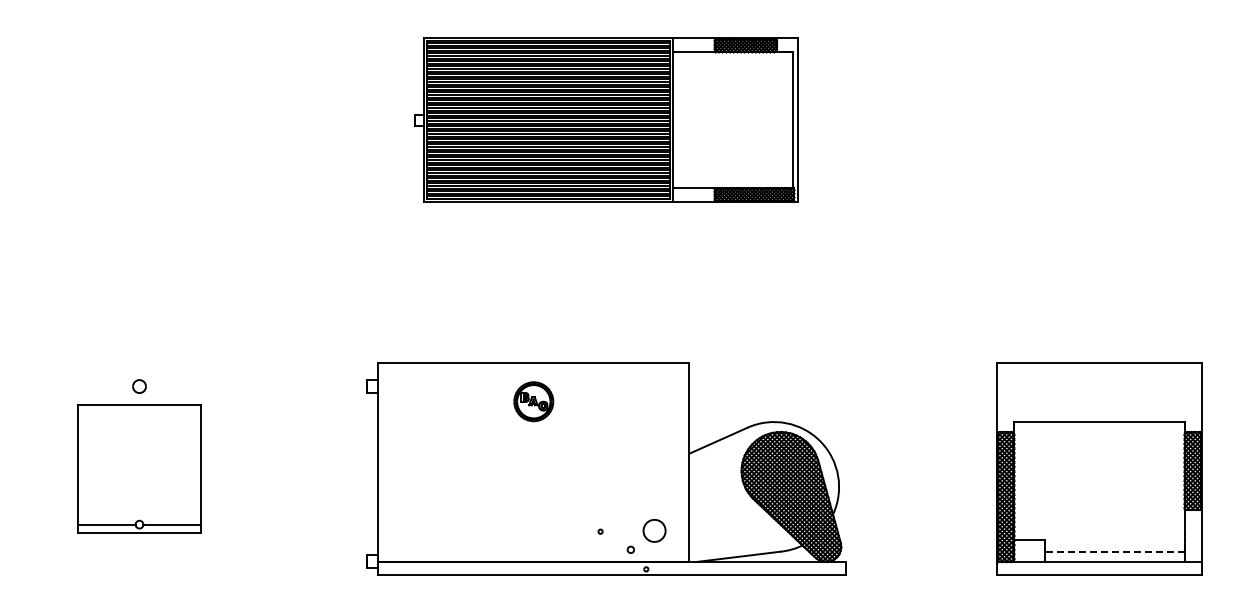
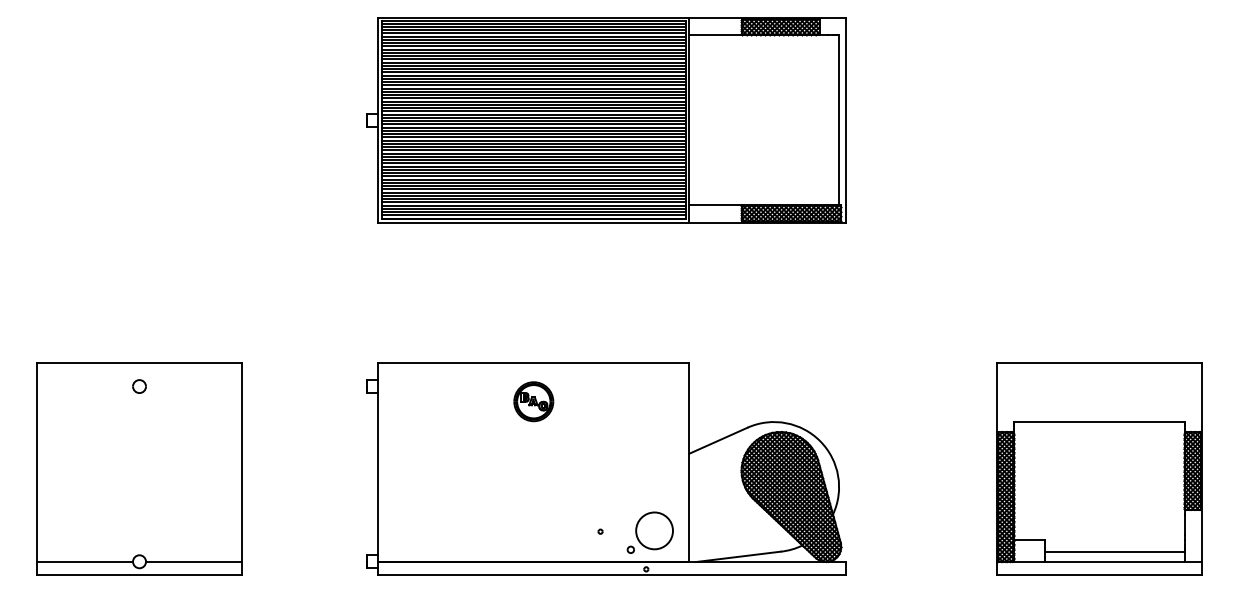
part at (606, 119) size: 385x166 px -> 481x207 px
part at (139, 468) size: 125x130 px -> 207x214 px
circle at (654, 530) diameter: 22 px -> 37 px
line at (1114, 551): dashed -> solid
